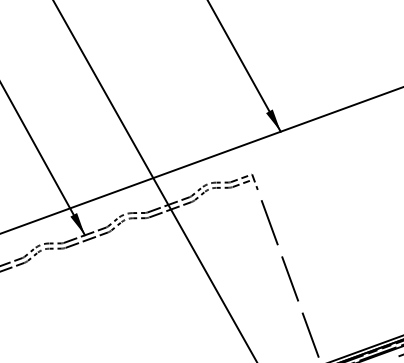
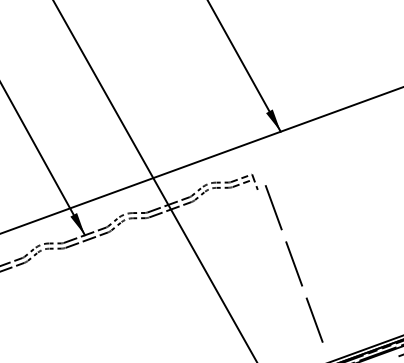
line at (289, 278) position: (289, 278) -> (293, 263)
